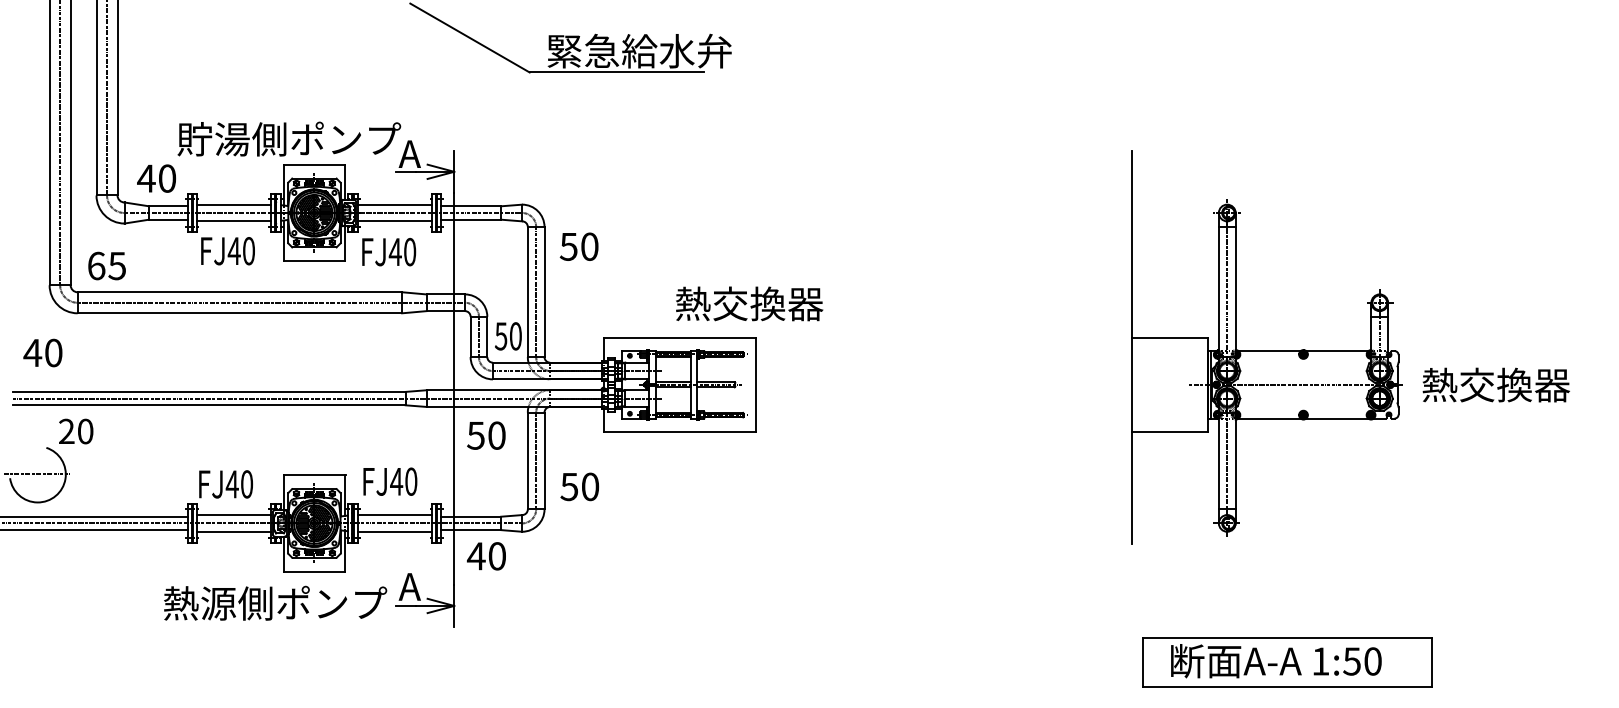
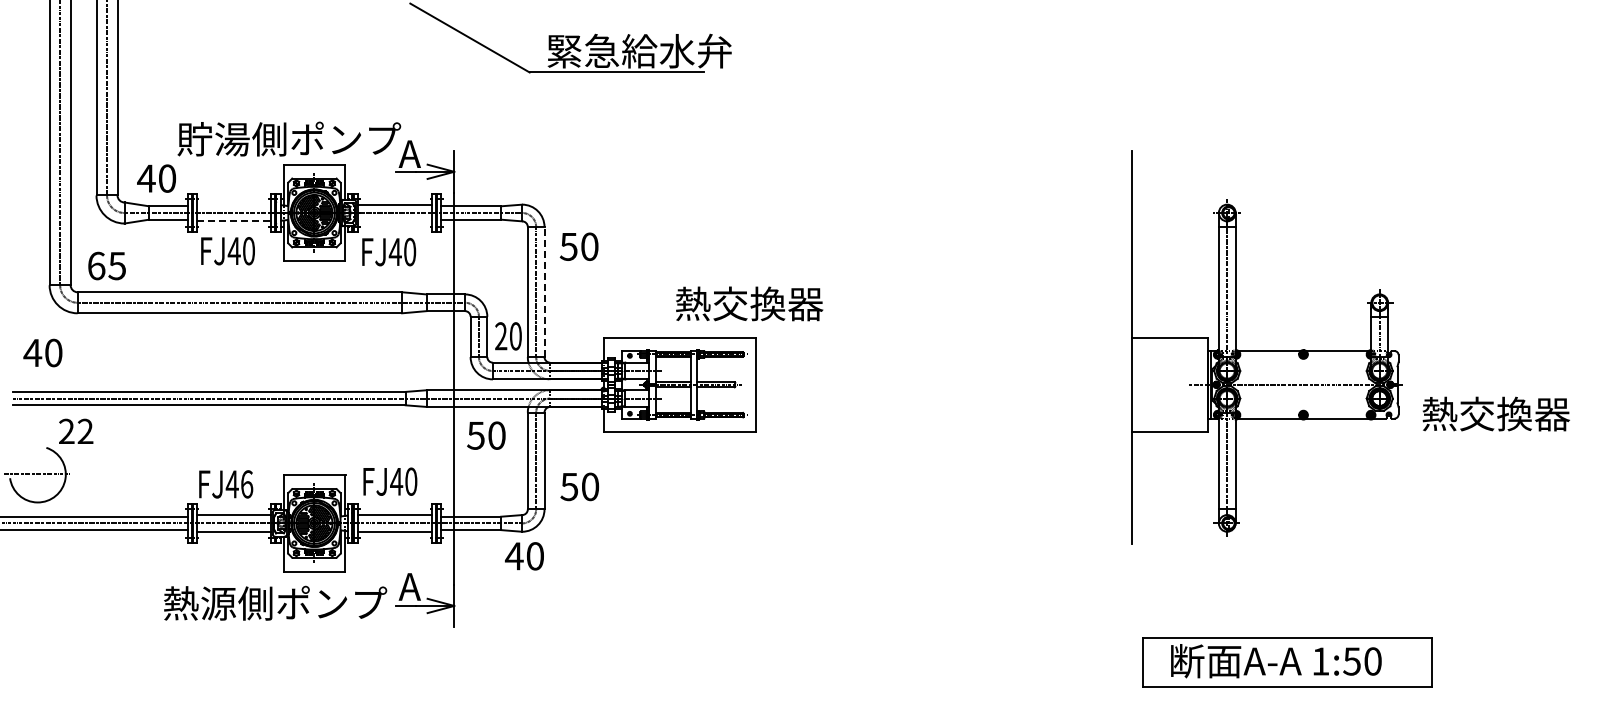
line at (233, 204): present -> none
line at (233, 221): solid -> dashed
line at (394, 221): present -> none
line at (544, 291): solid -> dashed
text at (501, 336): 50 -> 20
text at (1495, 384) position: (1495, 384) -> (1495, 413)
text at (85, 431): 20 -> 22
text at (247, 484): FJ40 -> FJ46
text at (486, 556) position: (486, 556) -> (524, 556)
